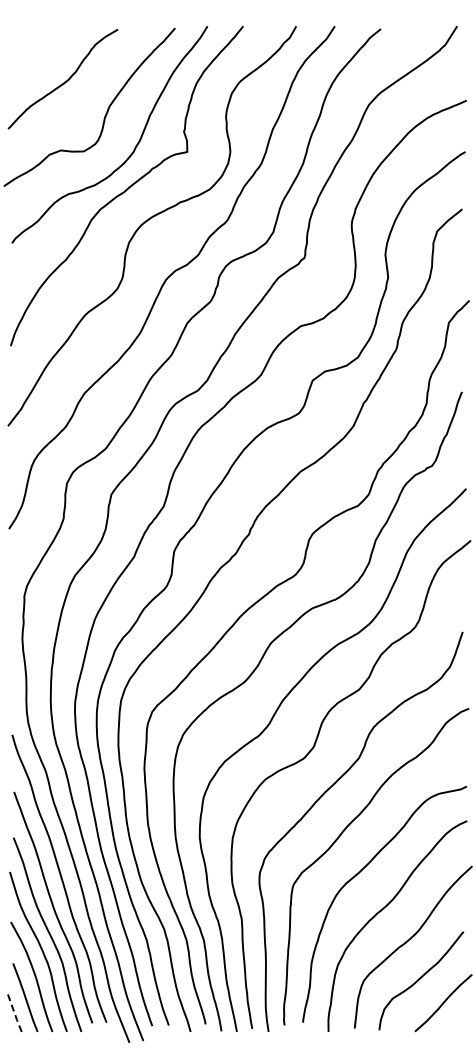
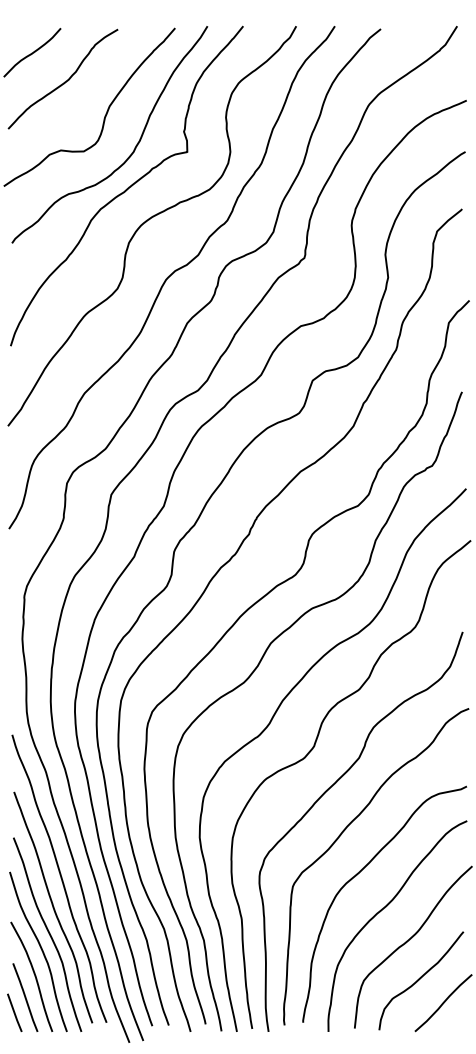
curve at (32, 52): none -> present
line at (14, 1013): dashed -> solid
